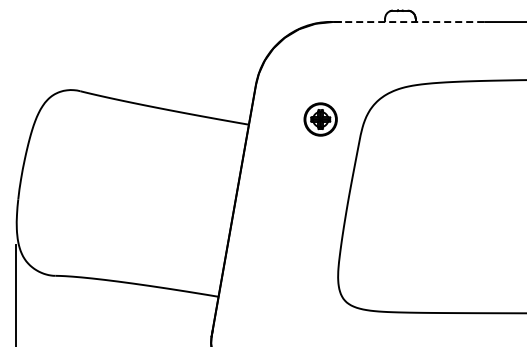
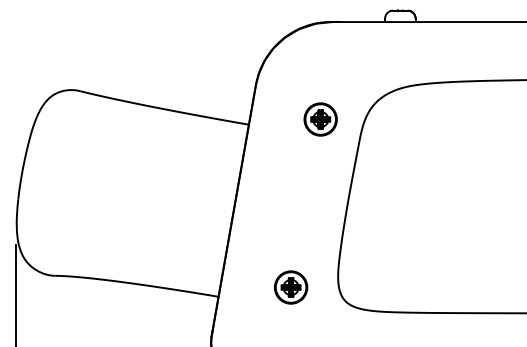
line at (408, 22): dashed -> solid
part at (291, 287): none -> present
